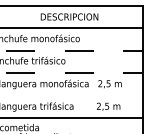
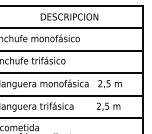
line at (72, 50): dashed -> solid
line at (72, 73): dashed -> solid
line at (72, 95): none -> present
